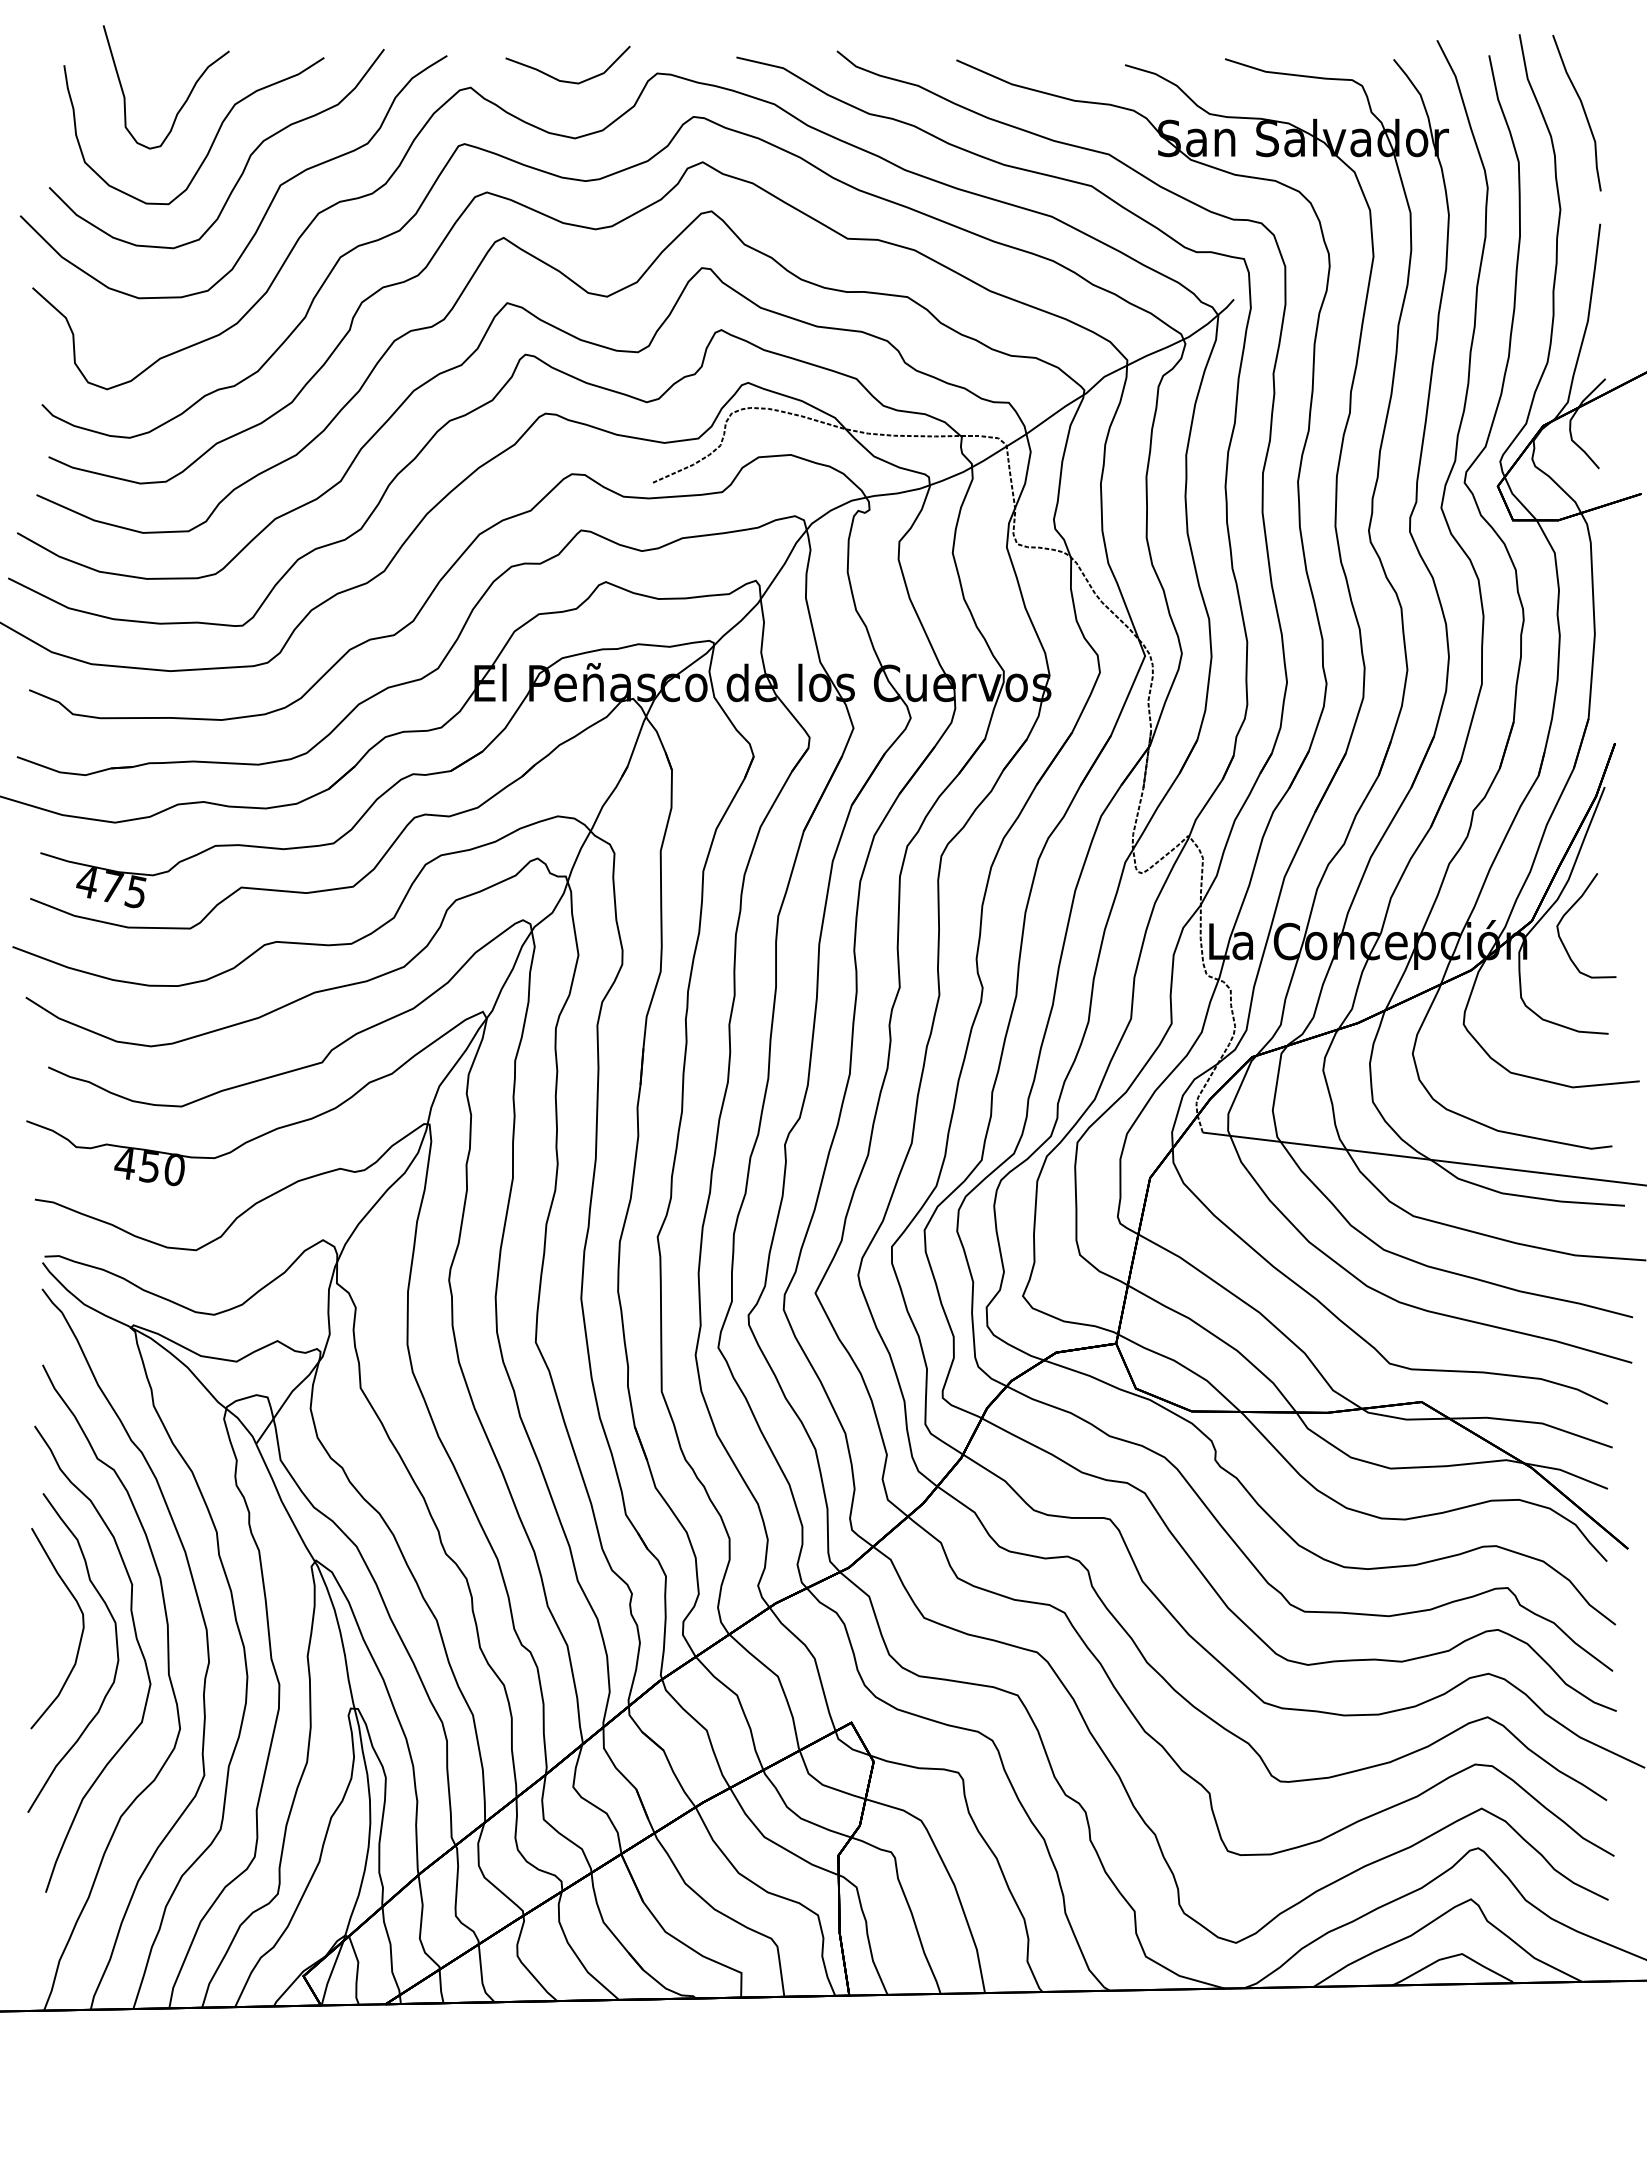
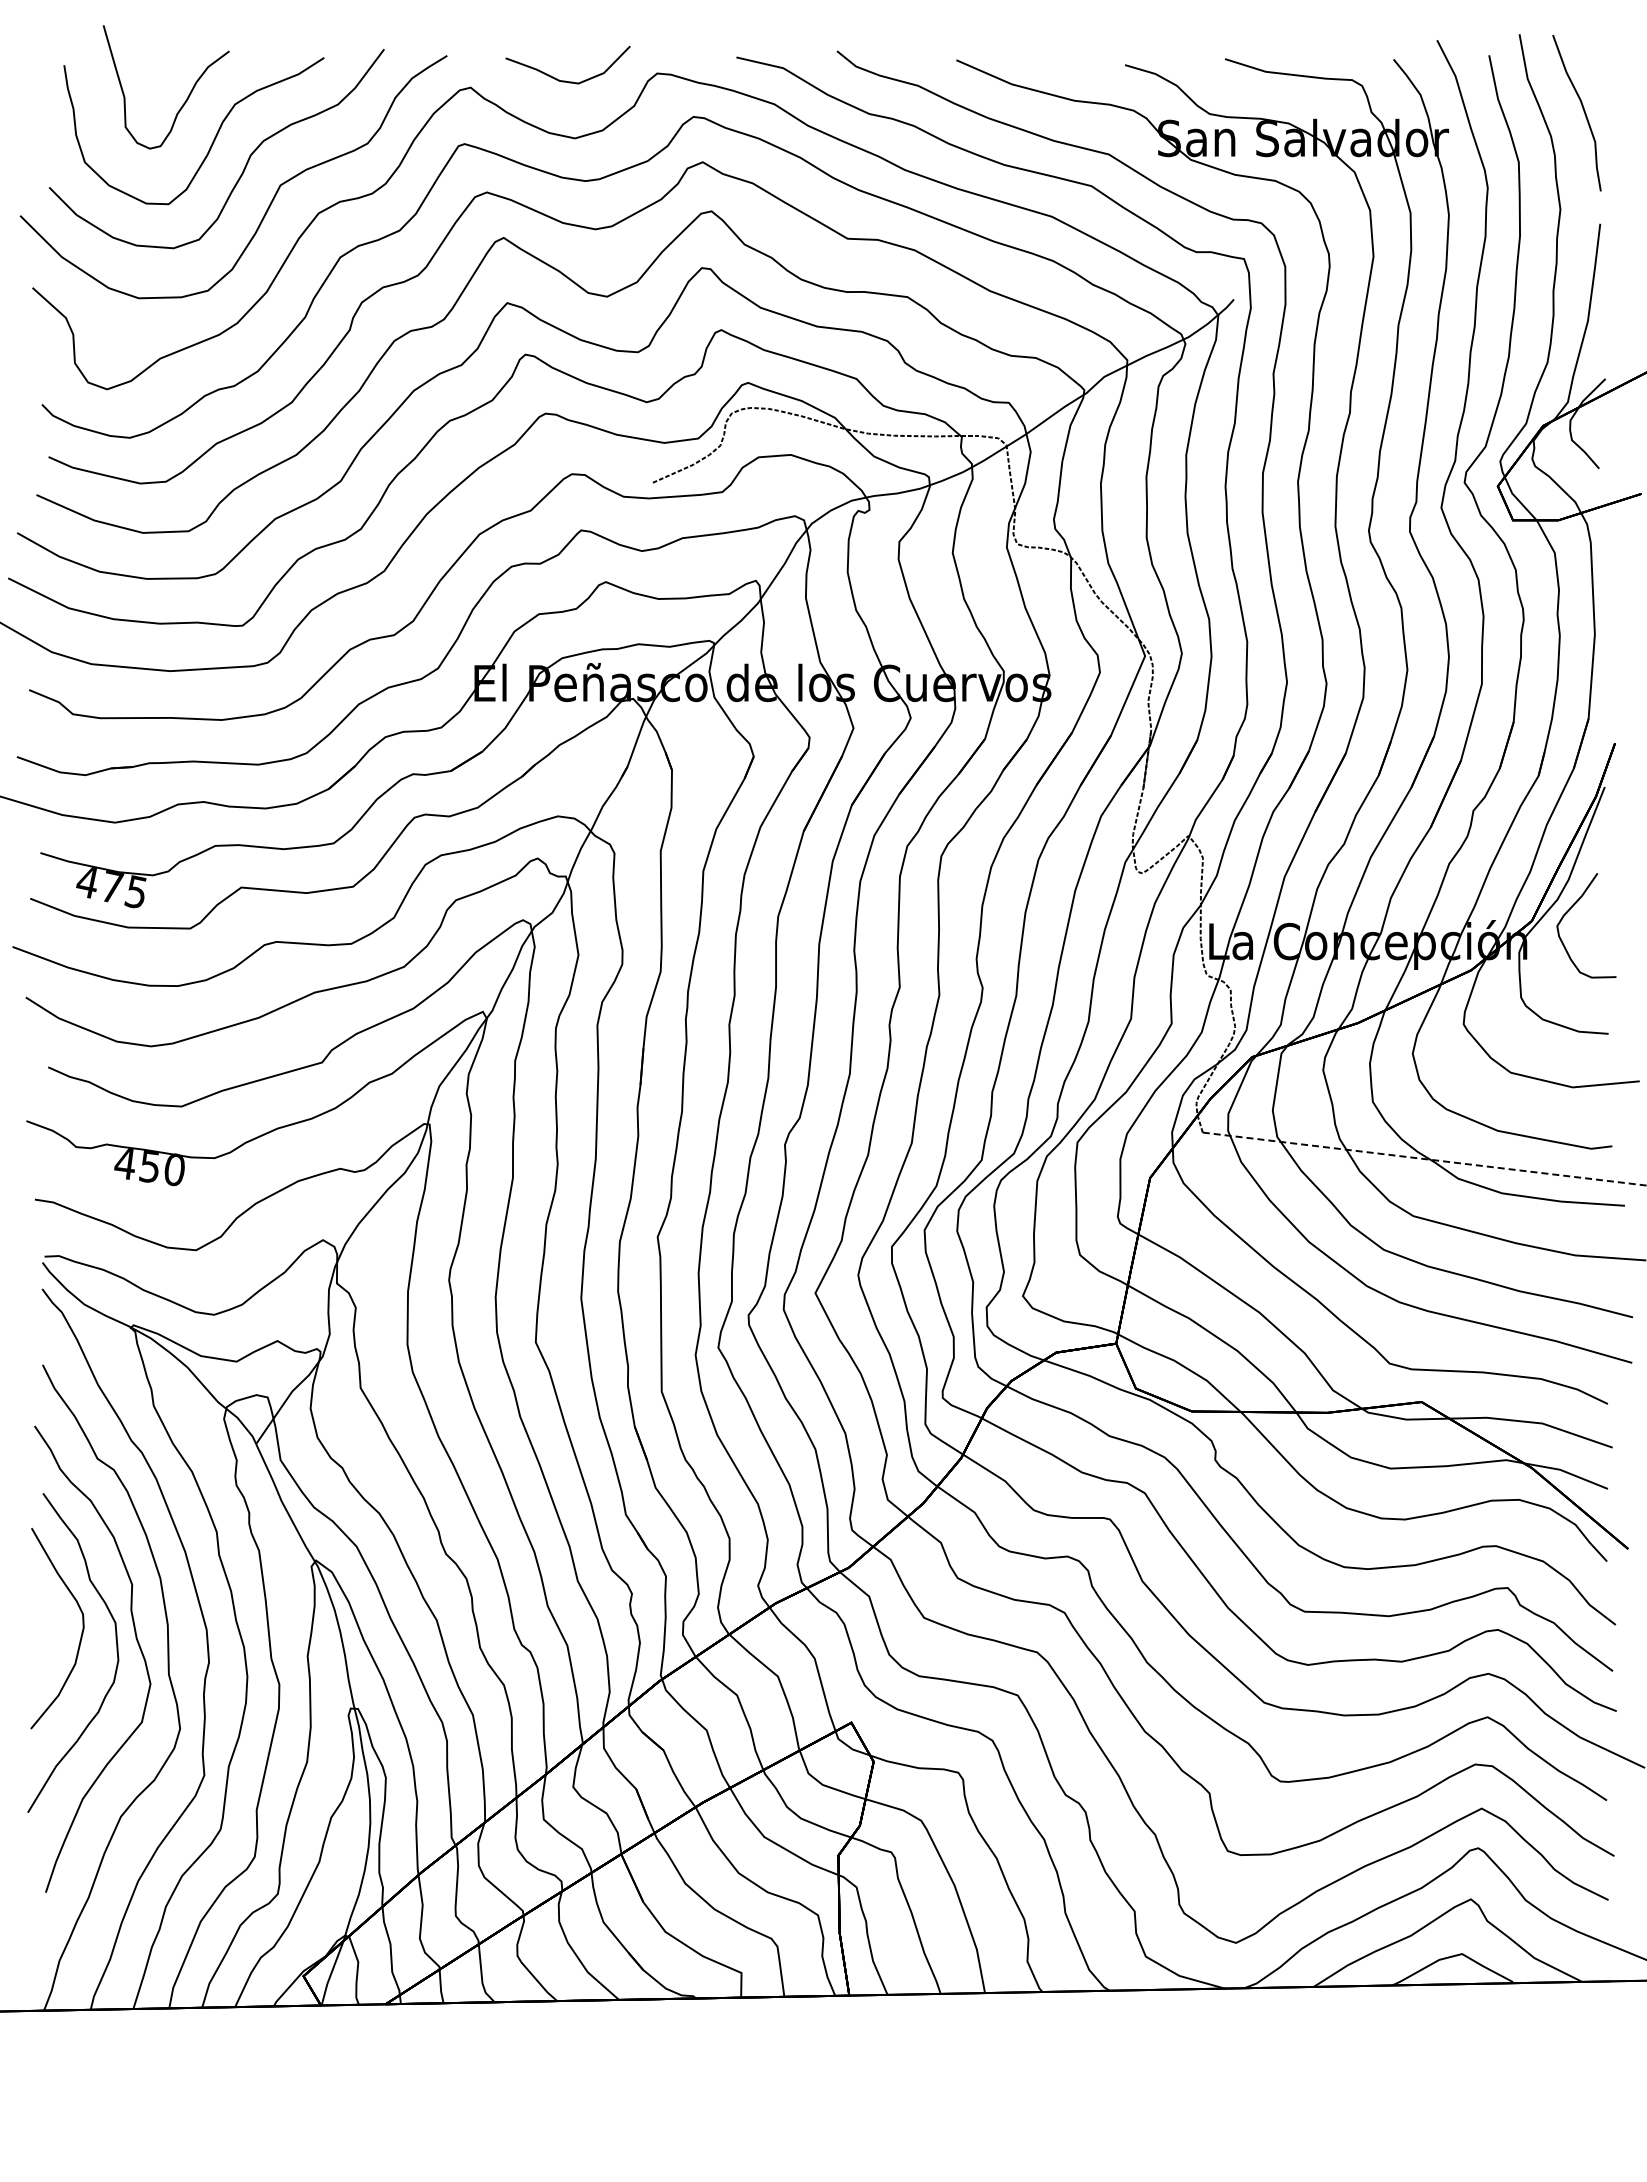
line at (1425, 1159): solid -> dashed
